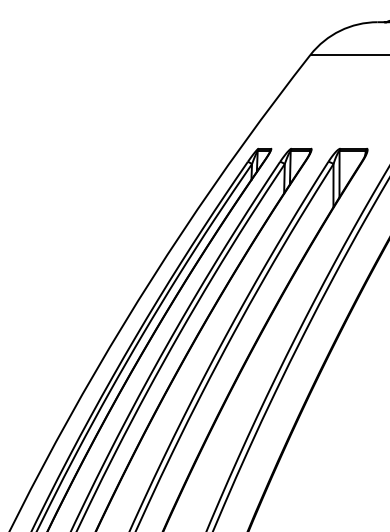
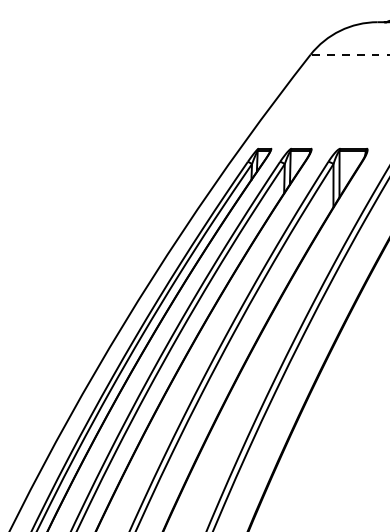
line at (349, 54): solid -> dashed
